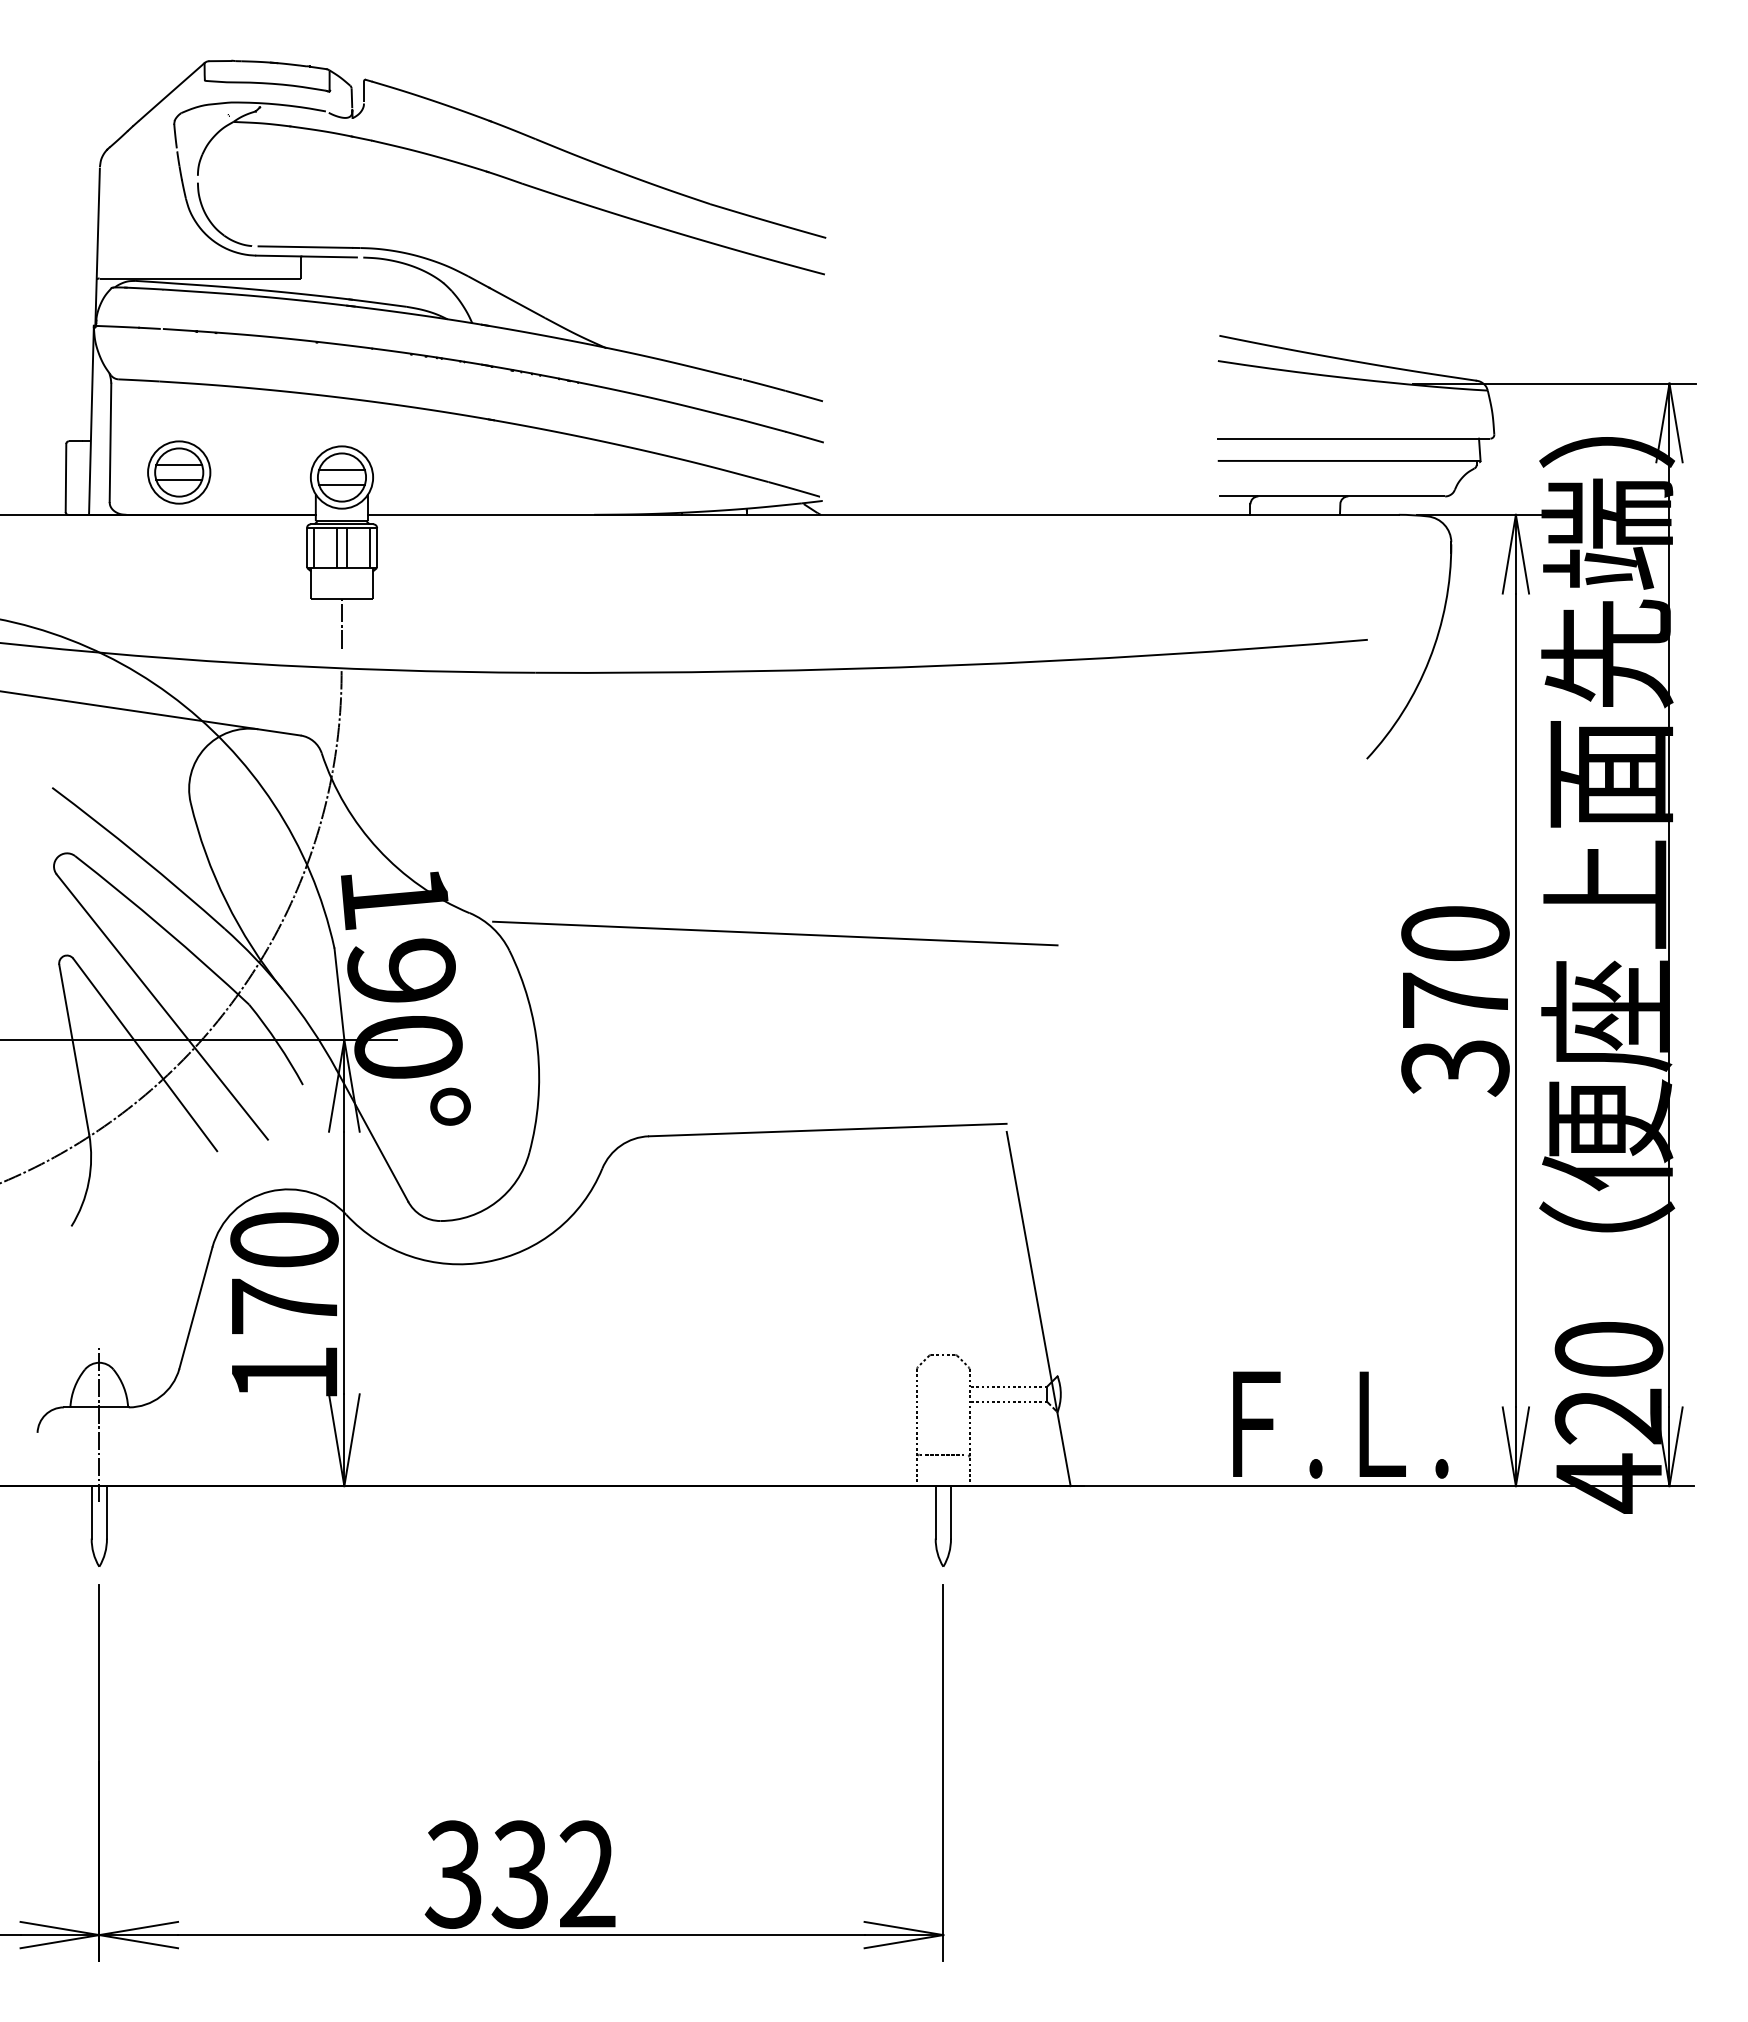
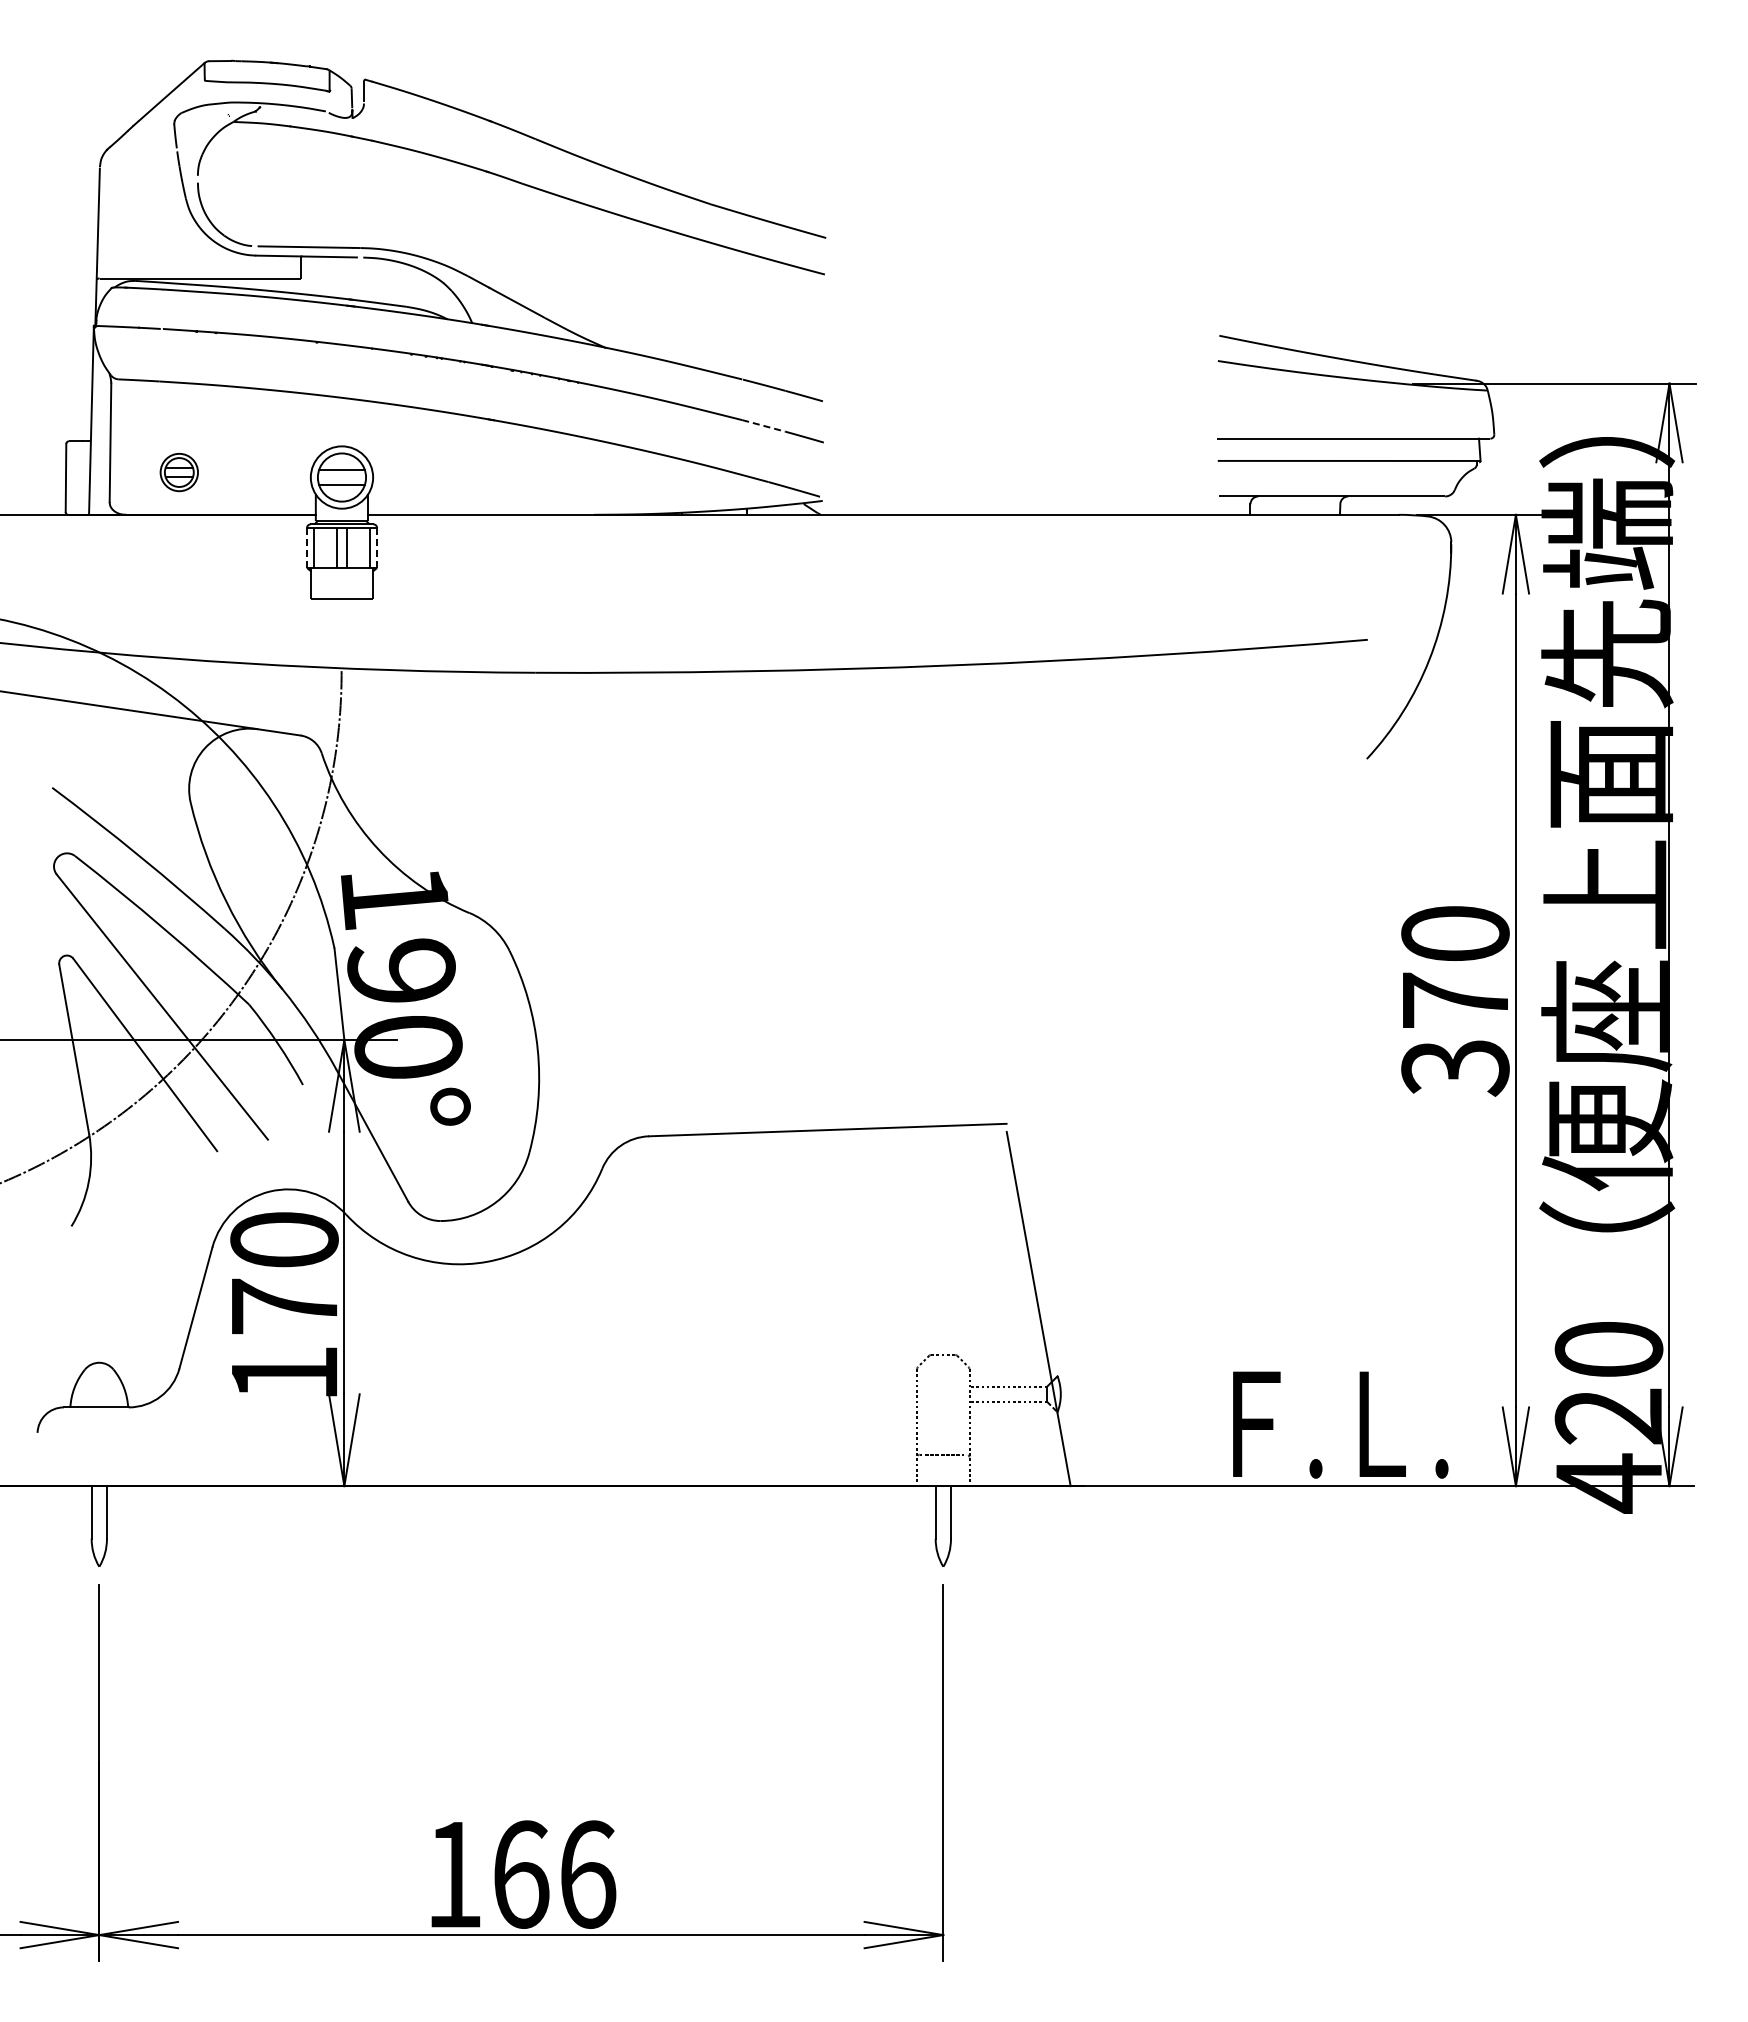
line at (764, 426): solid -> dashed
part at (179, 472) size: 65x65 px -> 40x40 px
line at (307, 548): solid -> dashed
line at (377, 548): solid -> dashed
line at (341, 623): present -> none
line at (775, 933): present -> none
line at (99, 1424): present -> none
text at (520, 1874): 332 -> 166
